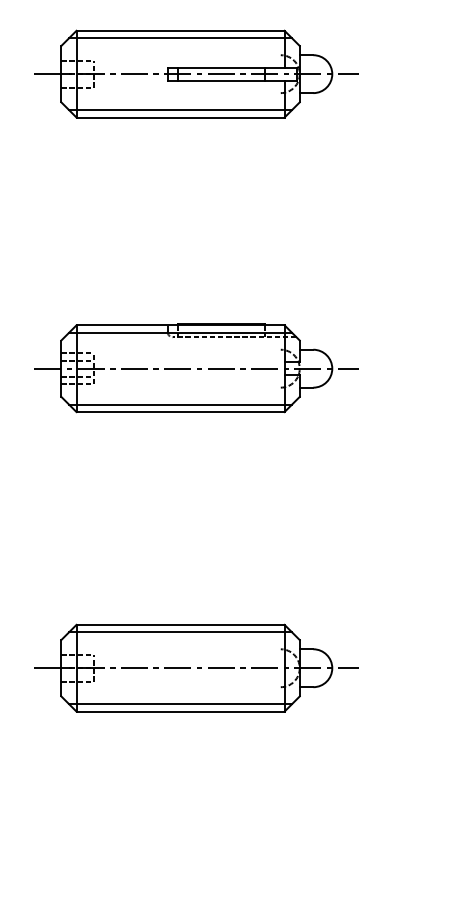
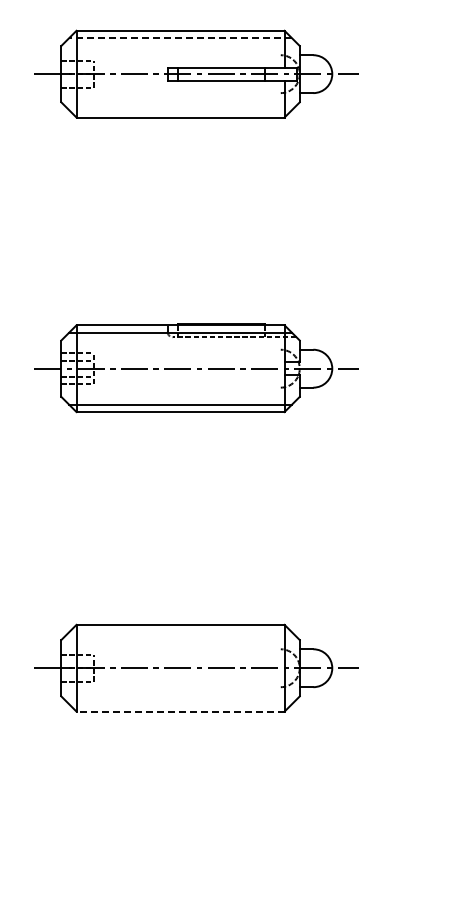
line at (180, 38): solid -> dashed
line at (180, 110): present -> none
line at (180, 632): present -> none
line at (180, 704): present -> none
line at (180, 711): solid -> dashed
